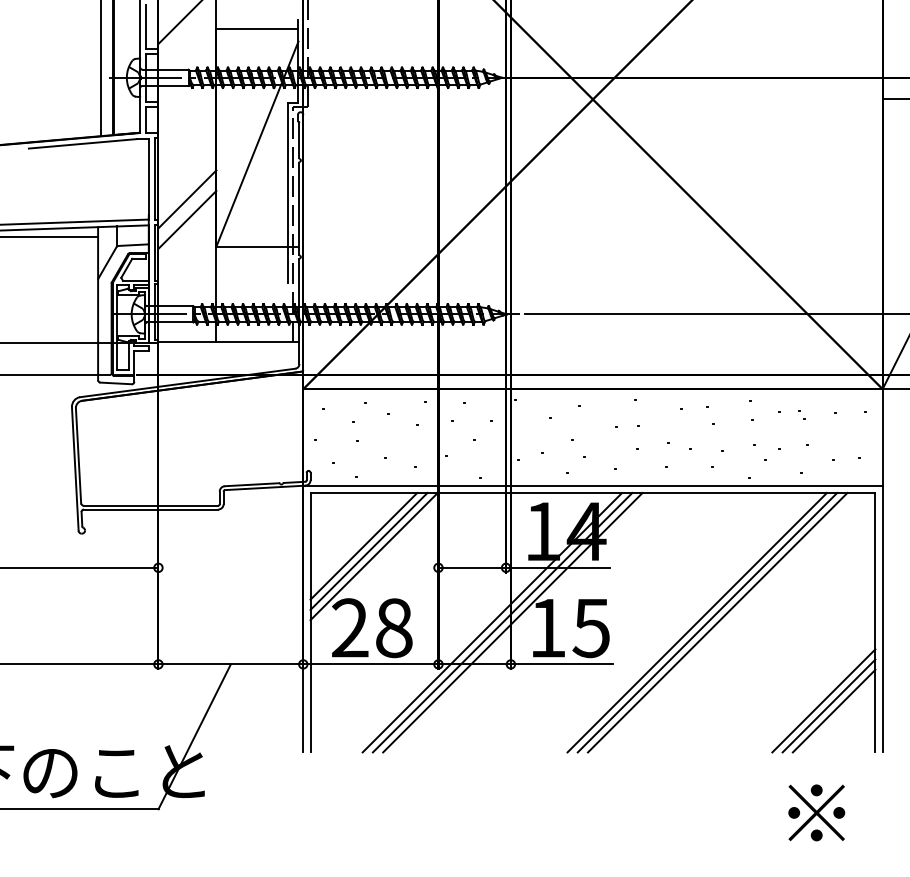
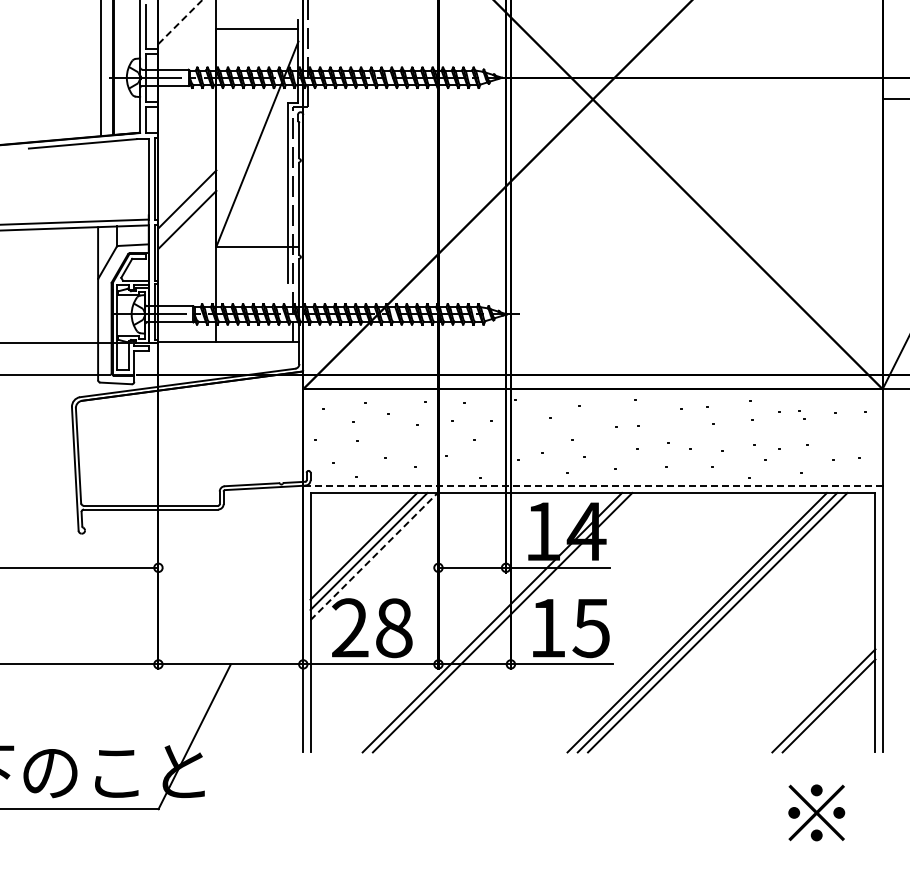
line at (180, 22): solid -> dashed
line at (50, 237): present -> none
line at (715, 314): present -> none
line at (592, 485): solid -> dashed
line at (374, 556): solid -> dashed
line at (512, 622): present -> none
line at (833, 710): present -> none
